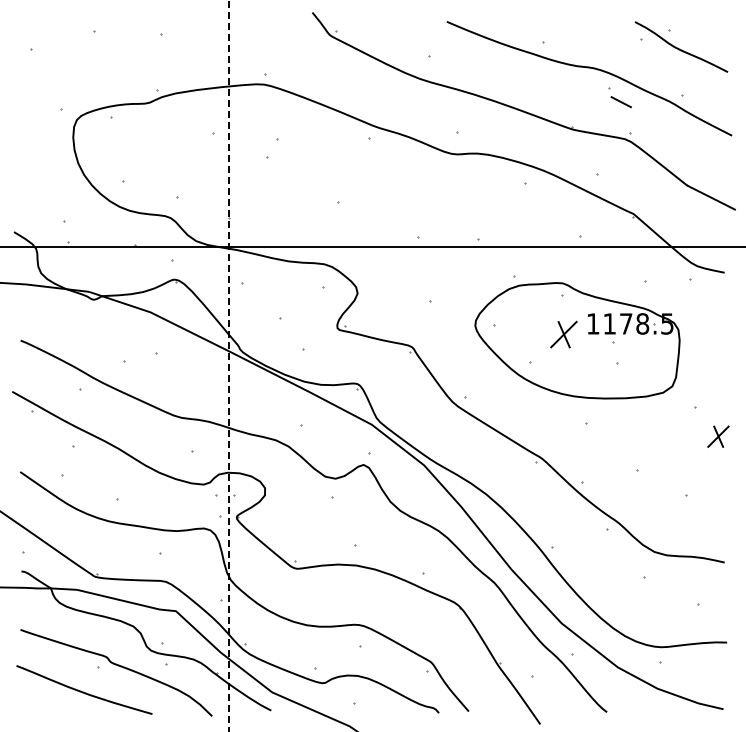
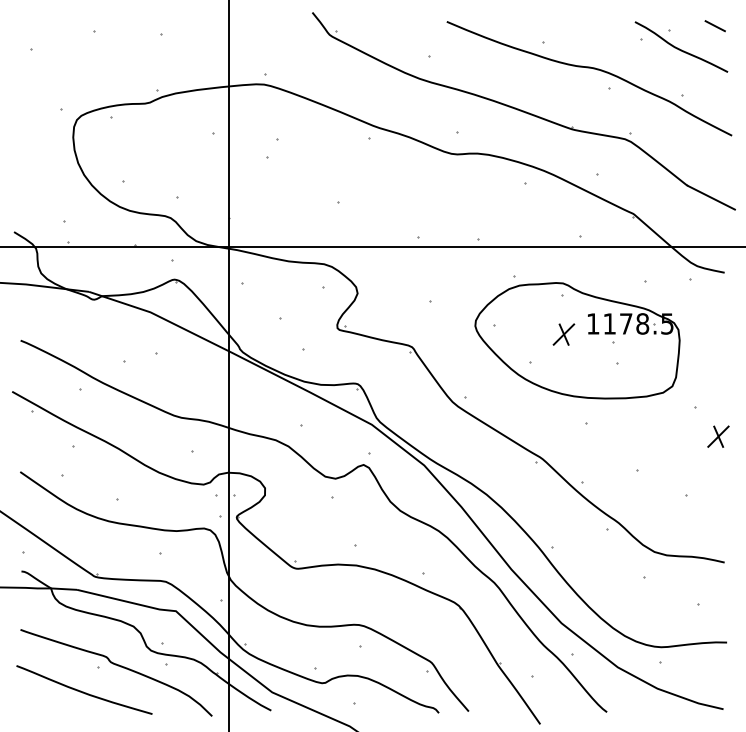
line at (620, 102) position: (620, 102) -> (714, 26)
part at (563, 334) size: 28x29 px -> 24x23 px
line at (228, 365): dashed -> solid
